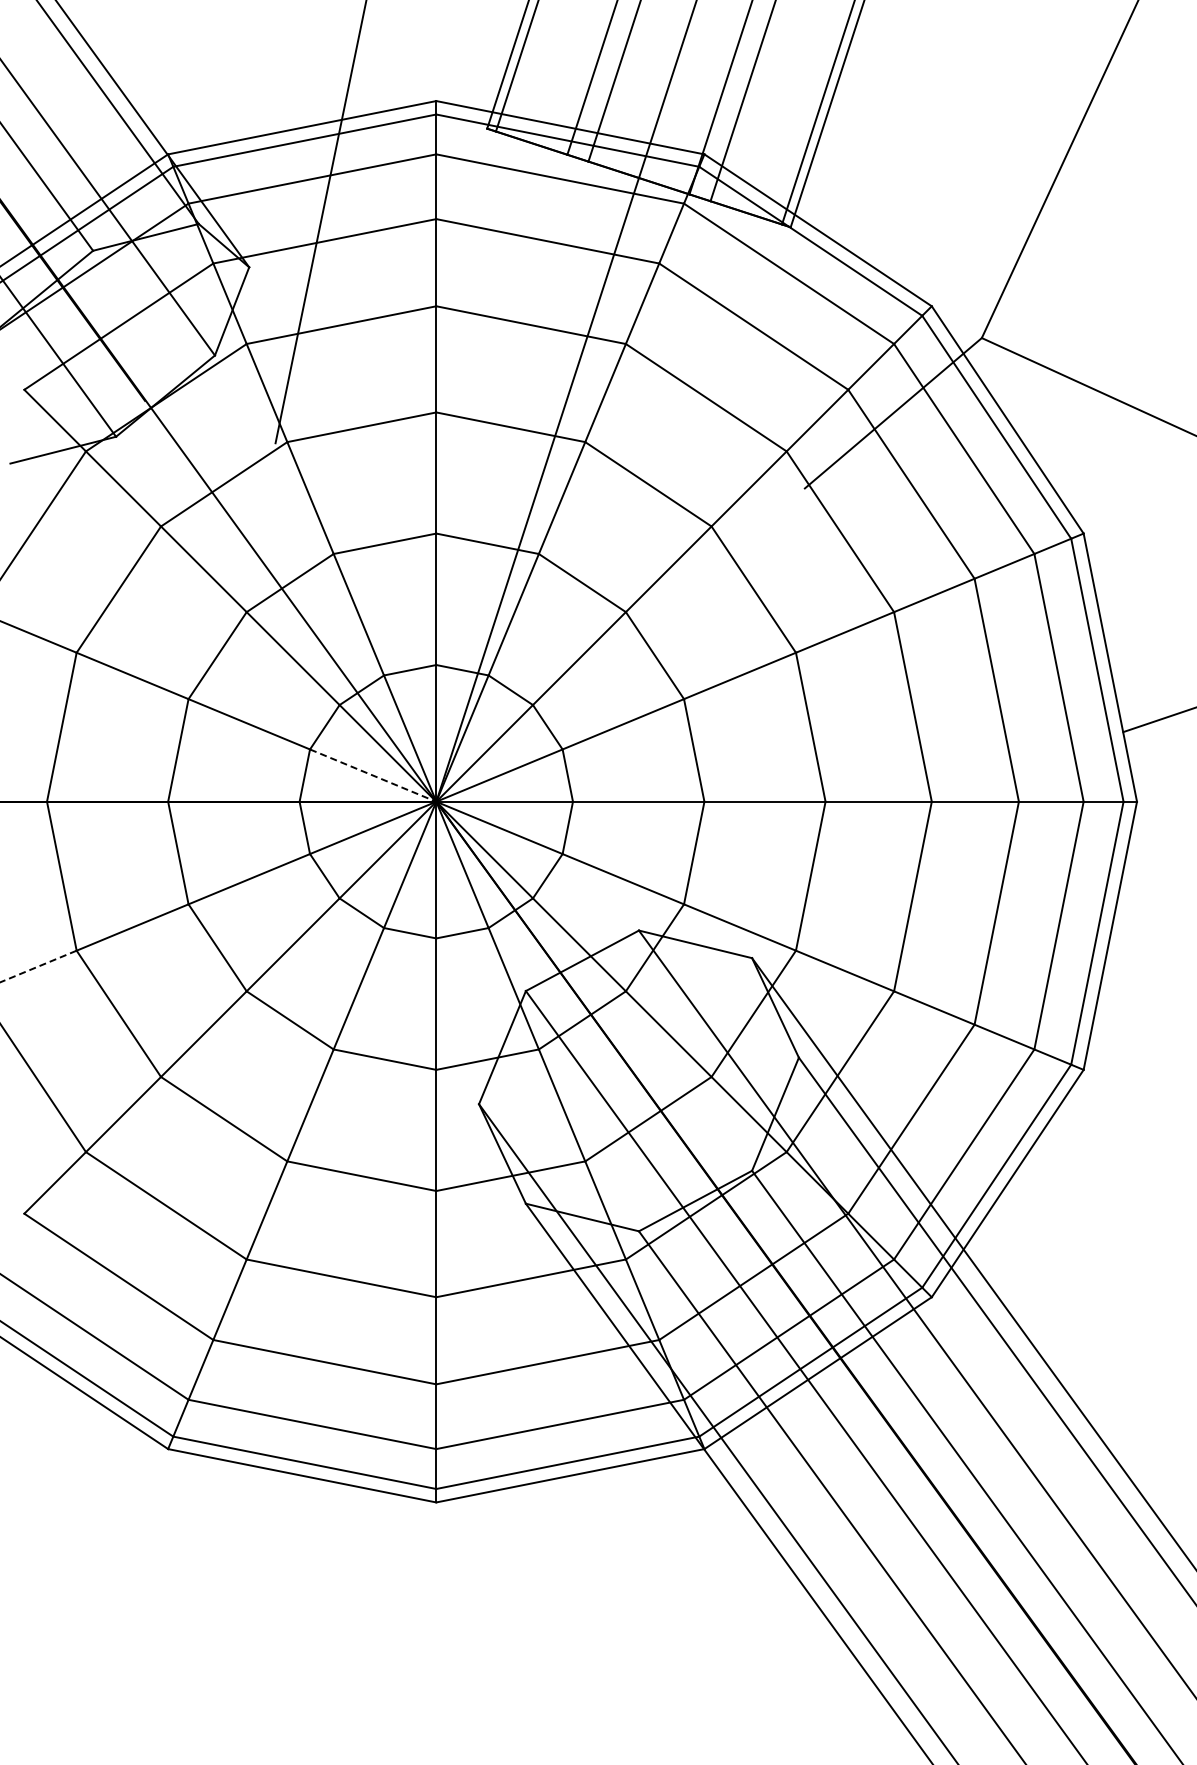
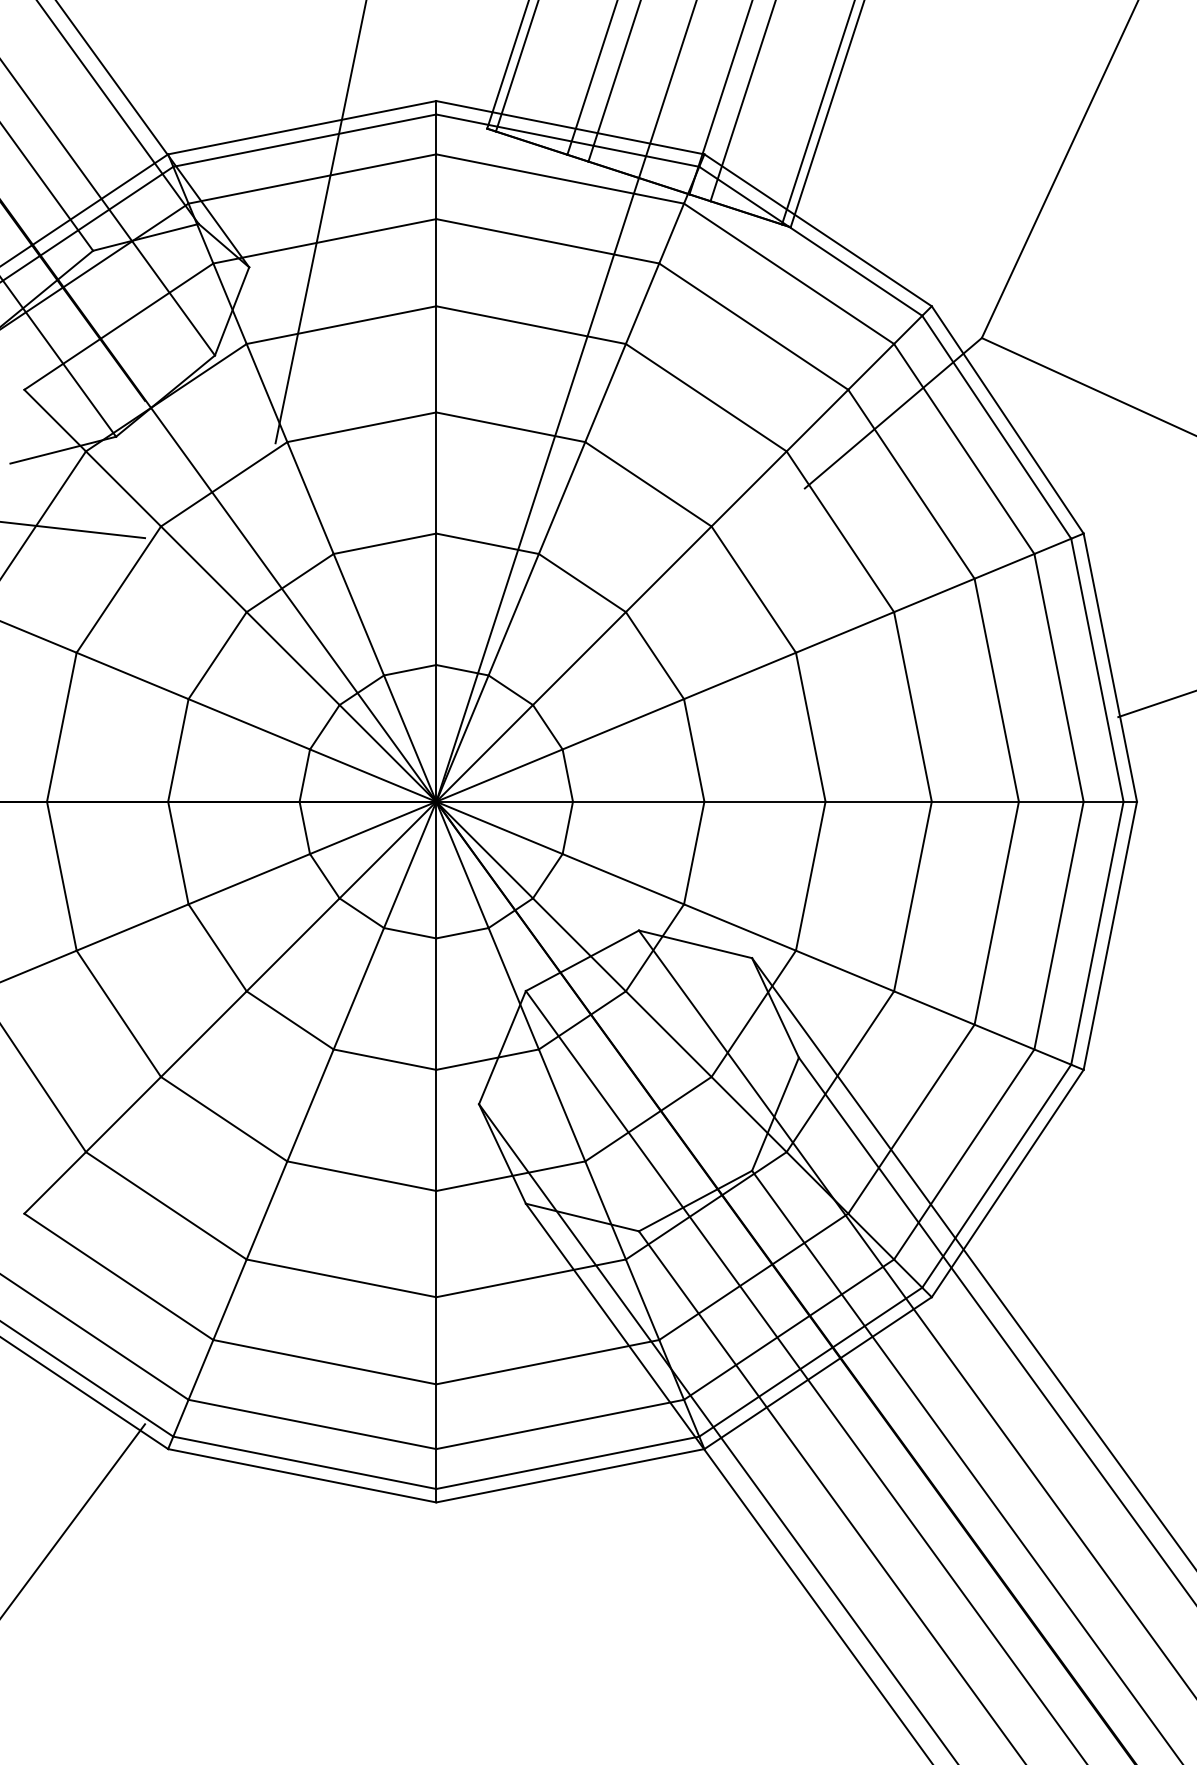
line at (73, 530): none -> present
line at (1158, 720) position: (1158, 720) -> (1155, 704)
line at (373, 775): dashed -> solid
line at (39, 966): dashed -> solid
line at (73, 1520): none -> present
